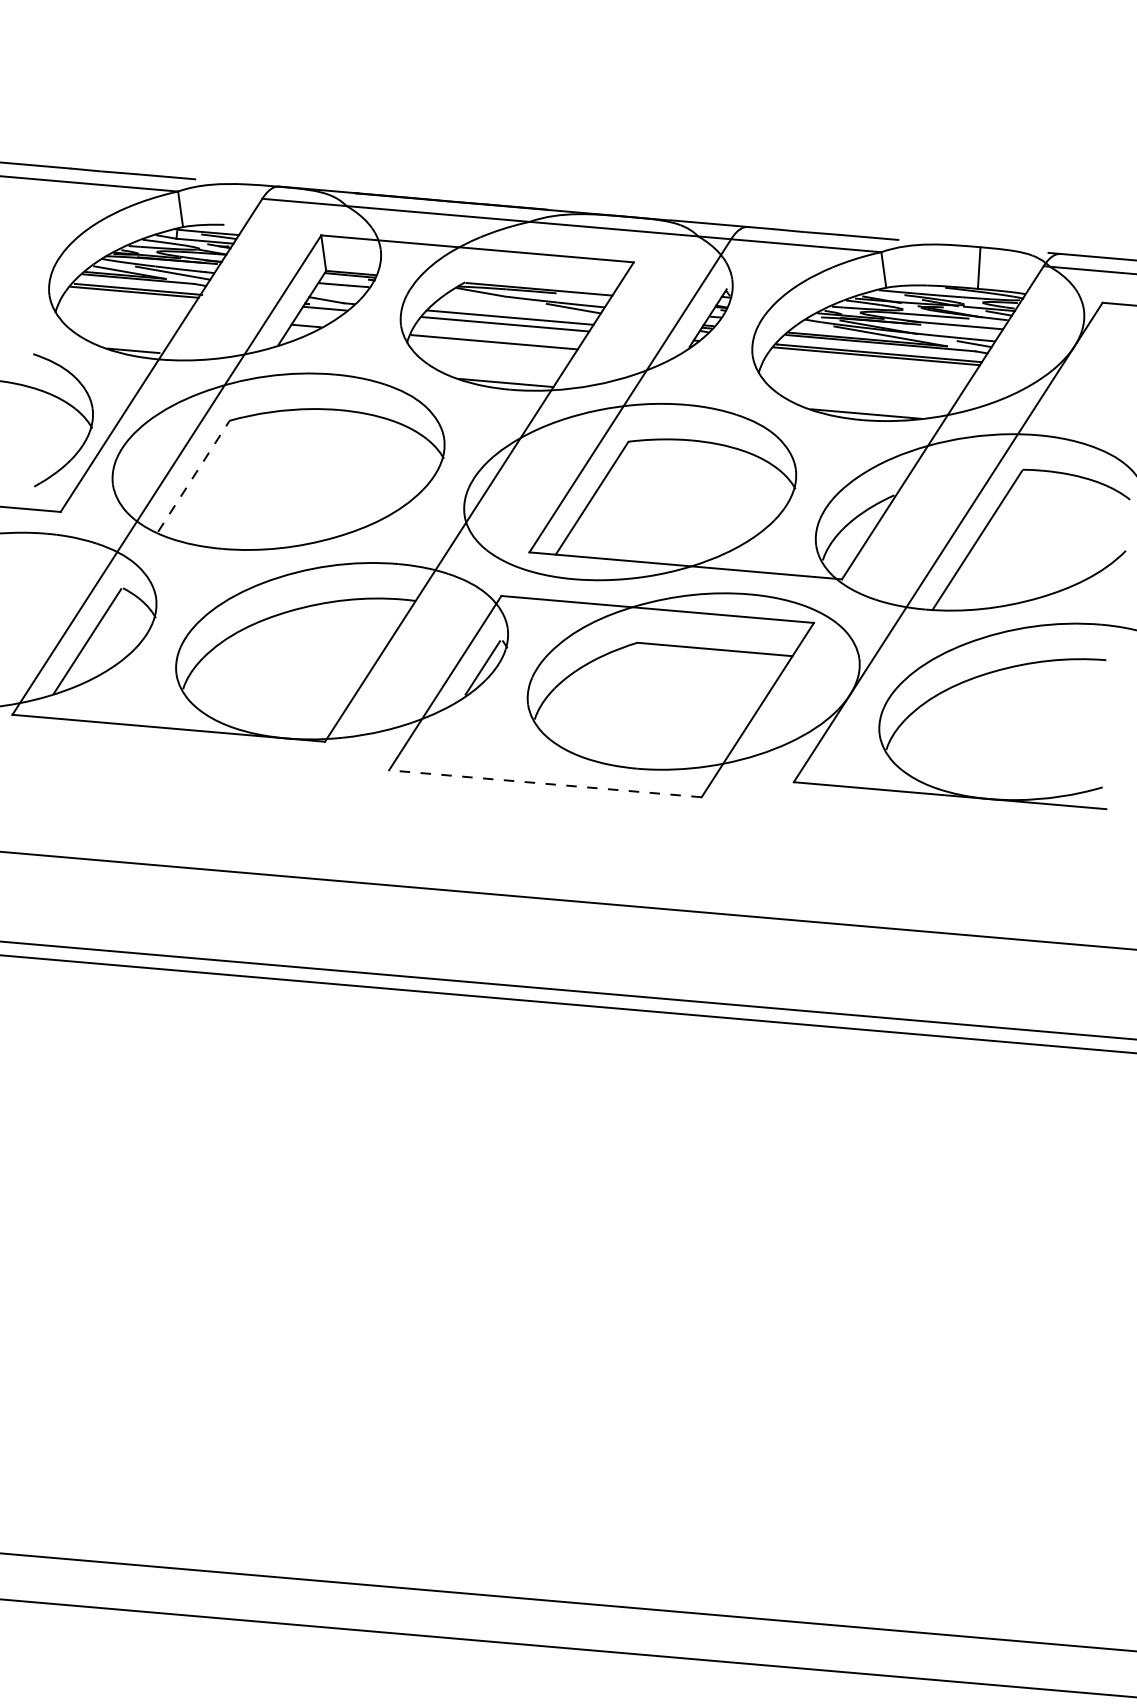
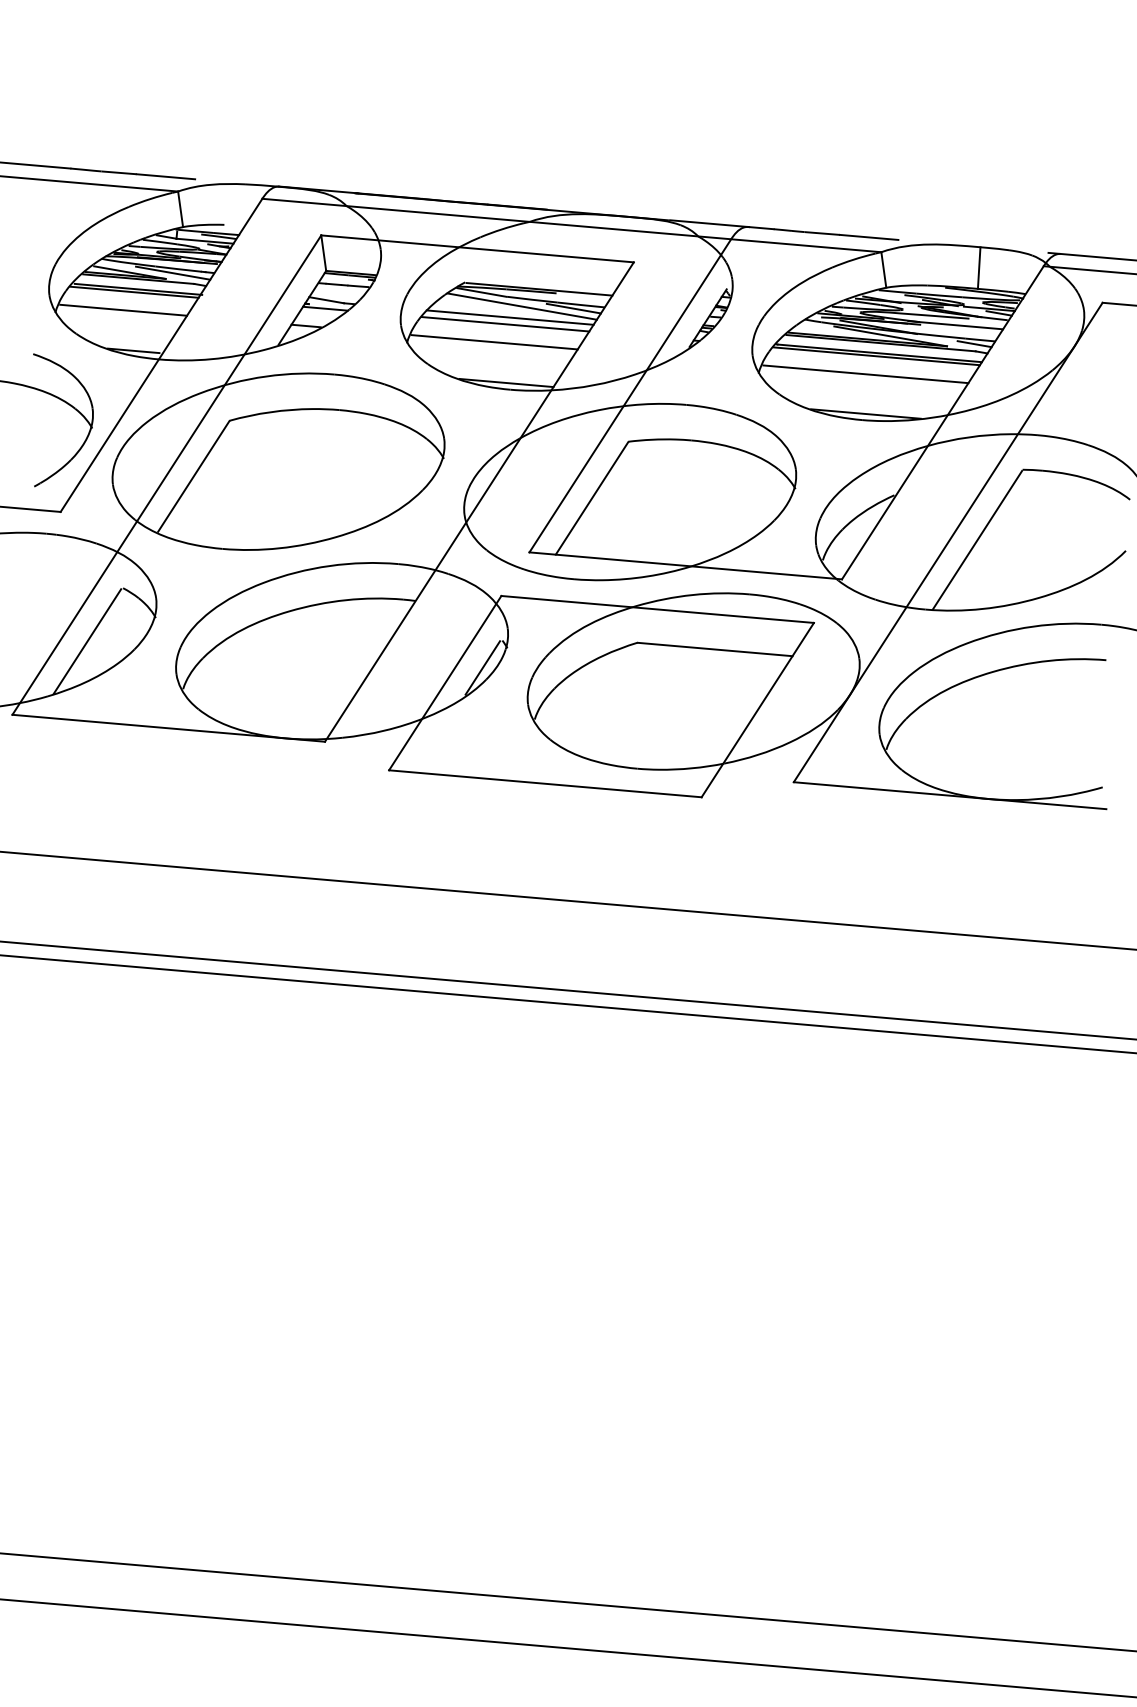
line at (521, 306): none -> present
line at (123, 309): none -> present
line at (865, 374): none -> present
line at (193, 476): dashed -> solid
line at (545, 783): dashed -> solid
